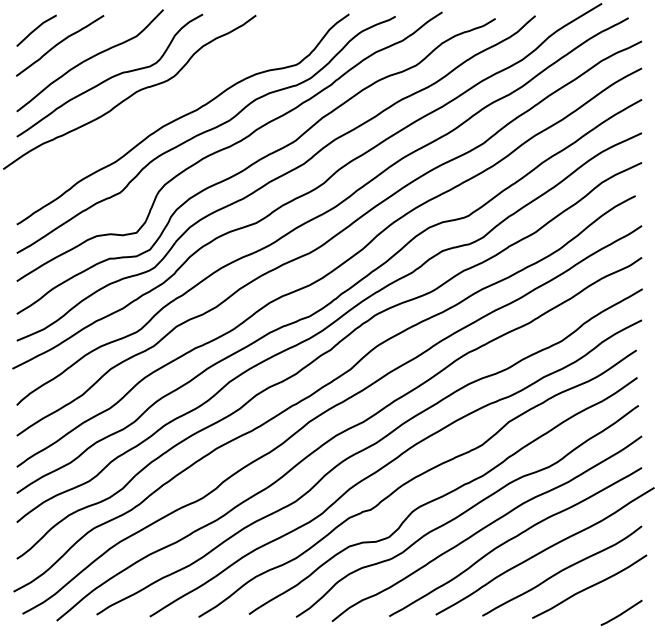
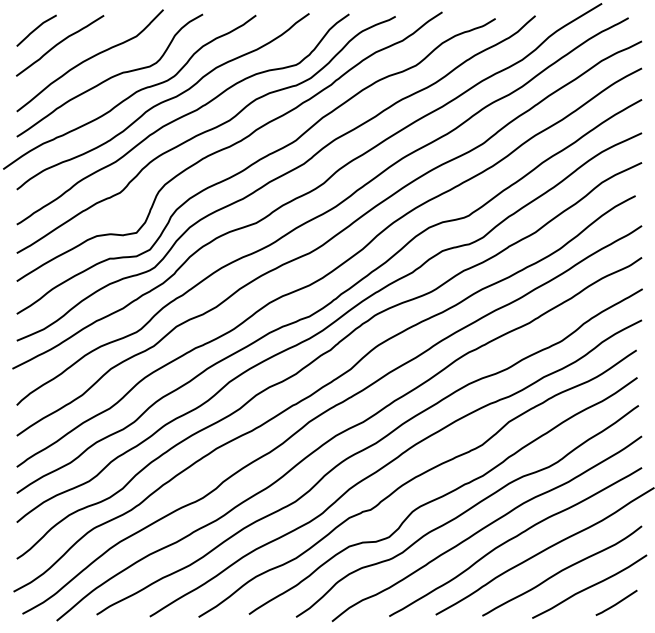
curve at (162, 101): none -> present
curve at (621, 612) position: (621, 612) -> (616, 602)
